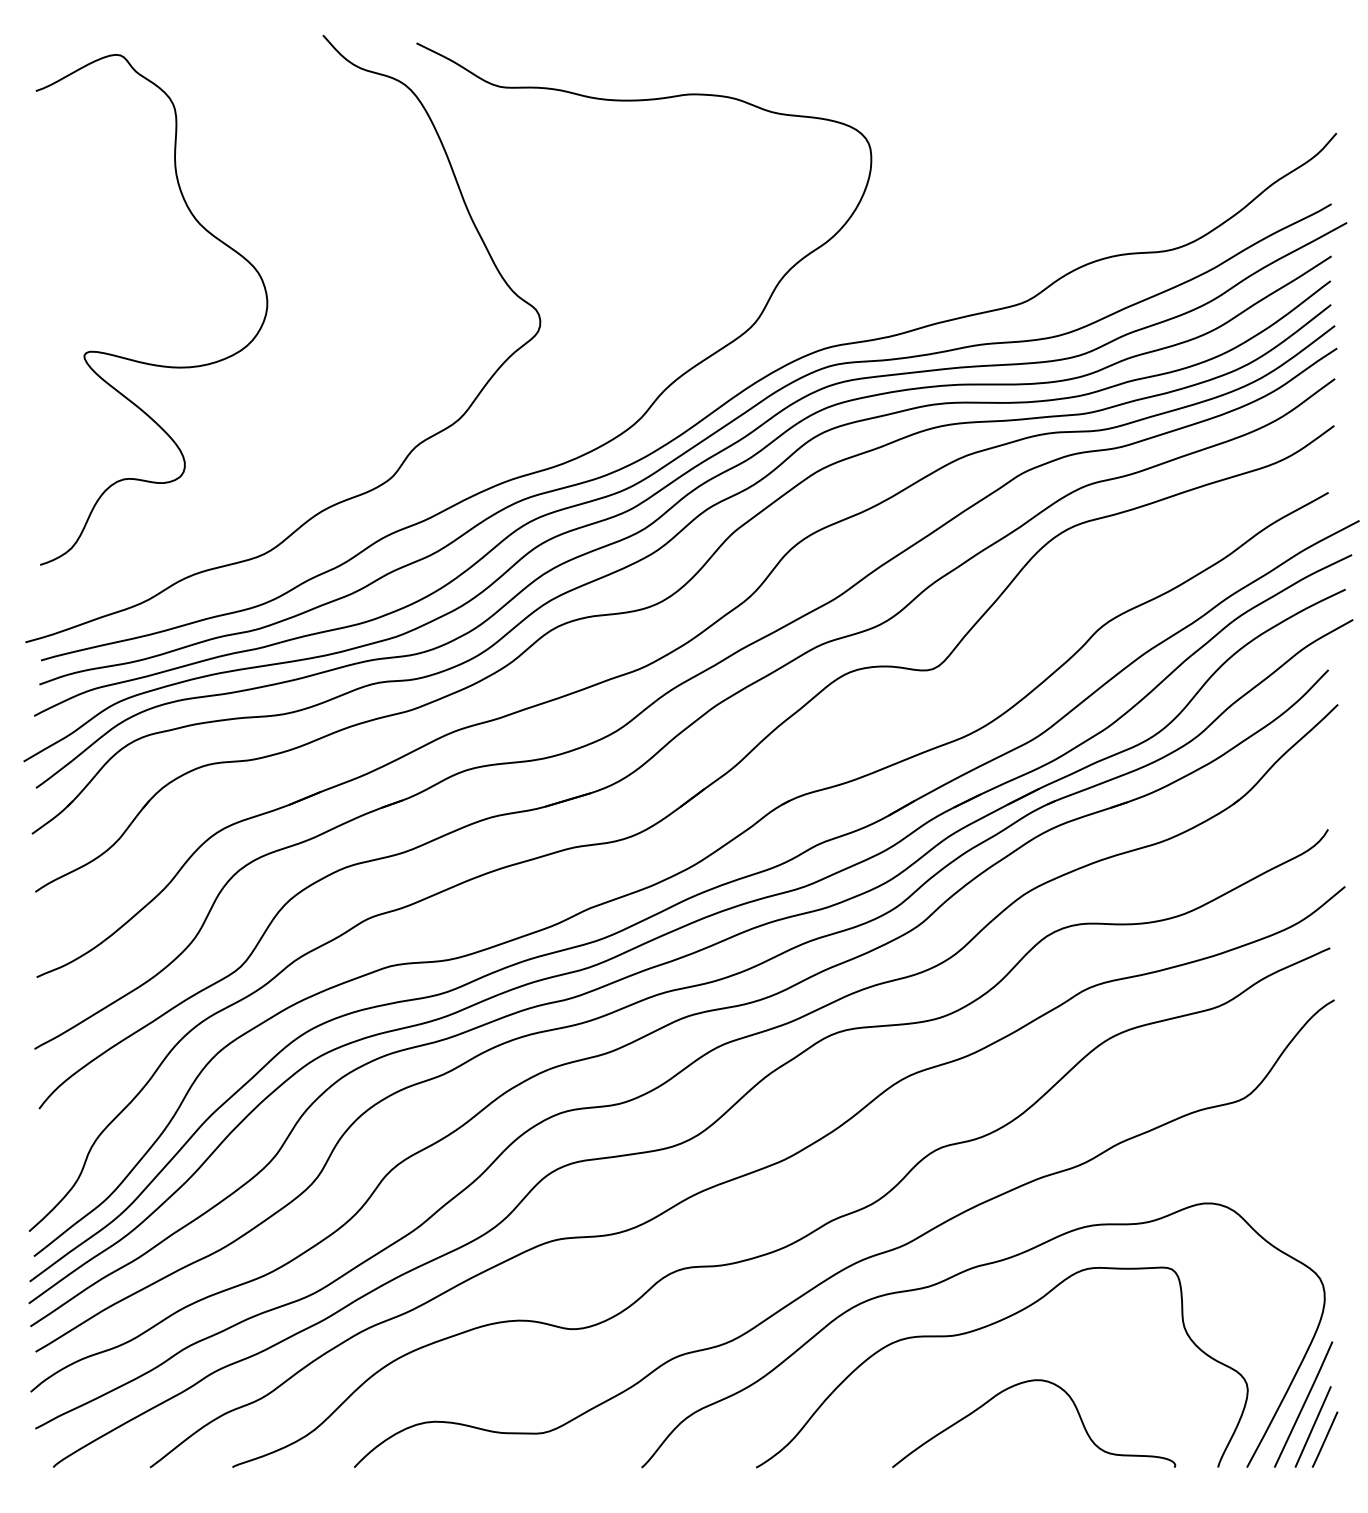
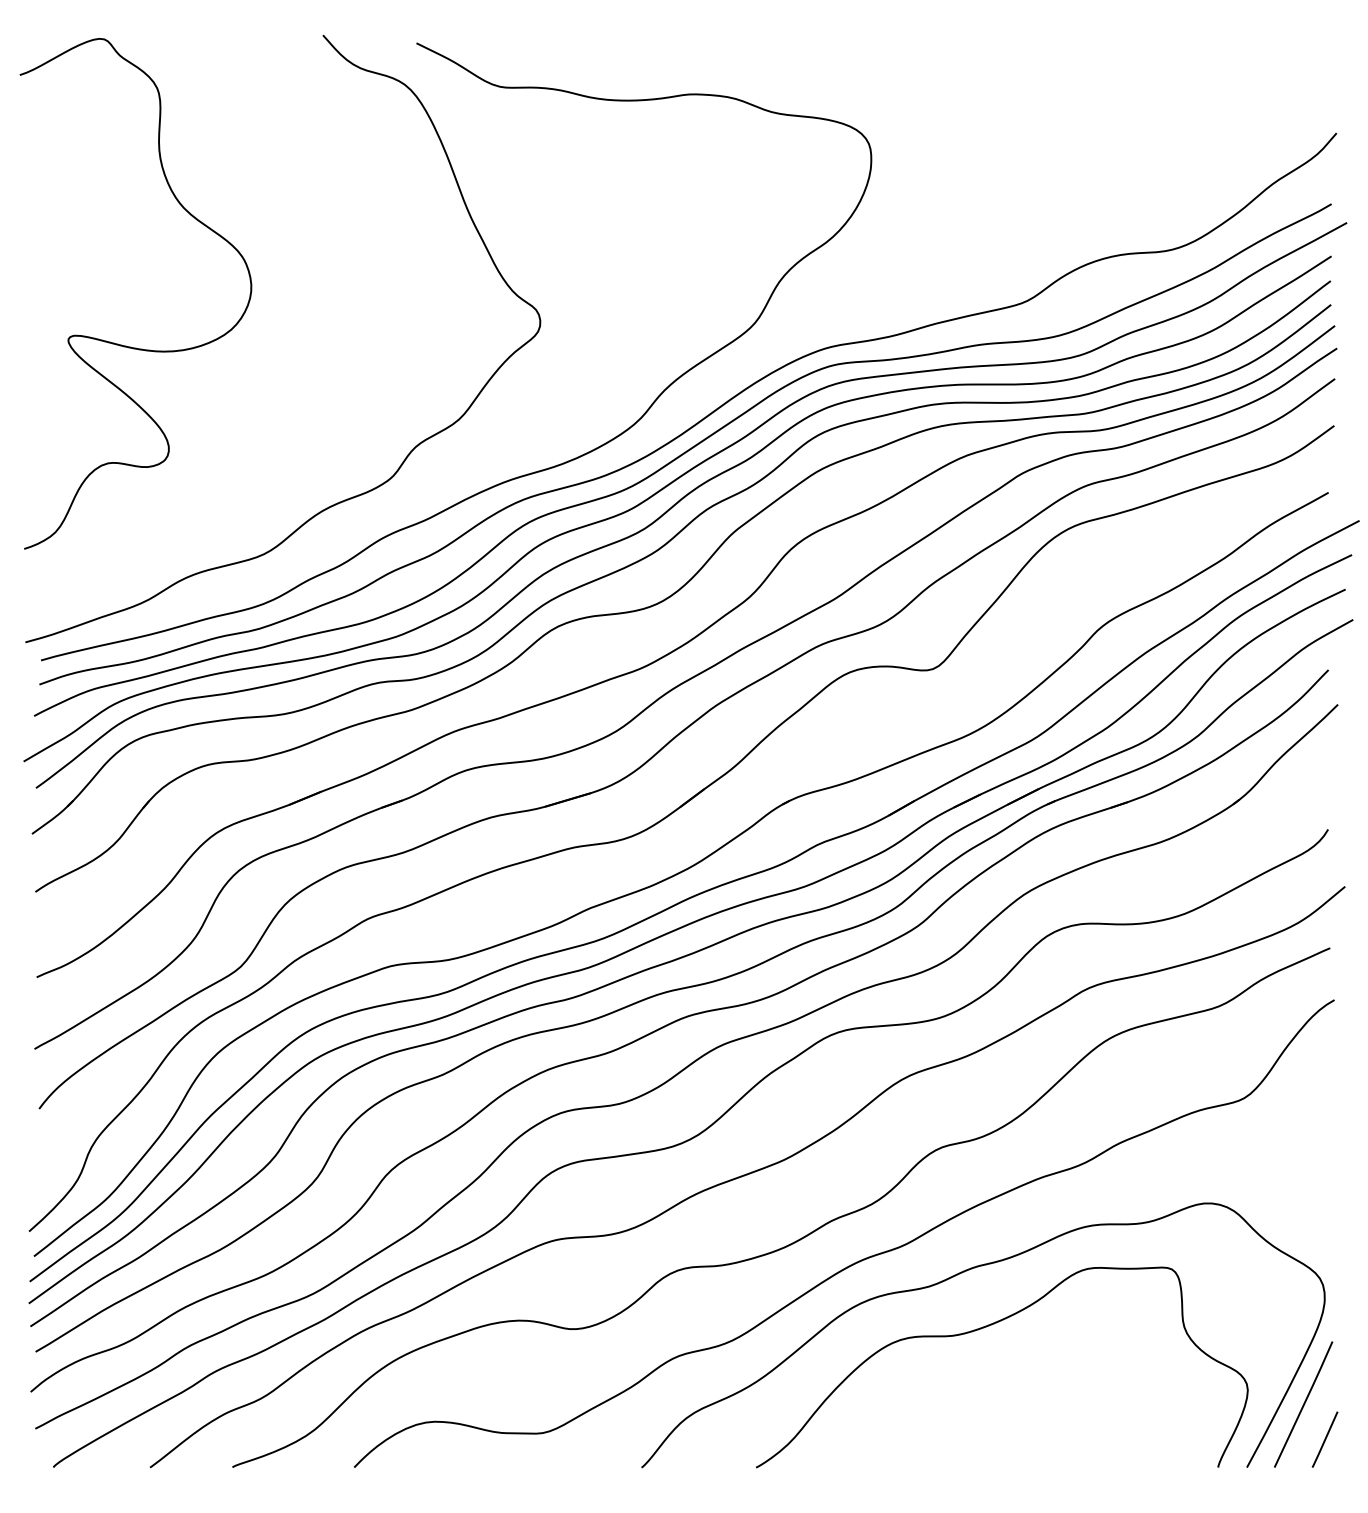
curve at (142, 361) position: (142, 361) -> (126, 345)
curve at (1024, 1383): present -> none
line at (1312, 1426): present -> none
